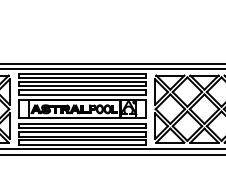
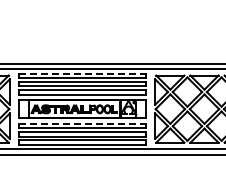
line at (83, 73): solid -> dashed
line at (83, 123): solid -> dashed
